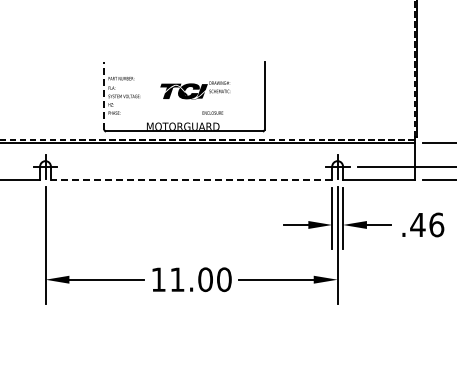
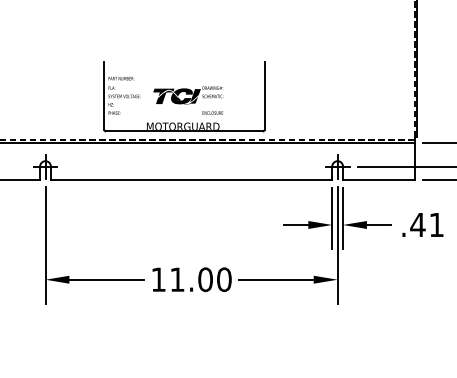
part at (195, 90) position: (195, 90) -> (188, 95)
line at (104, 95): dashed -> solid
line at (191, 179): dashed -> solid
text at (436, 224): .46 -> .41
